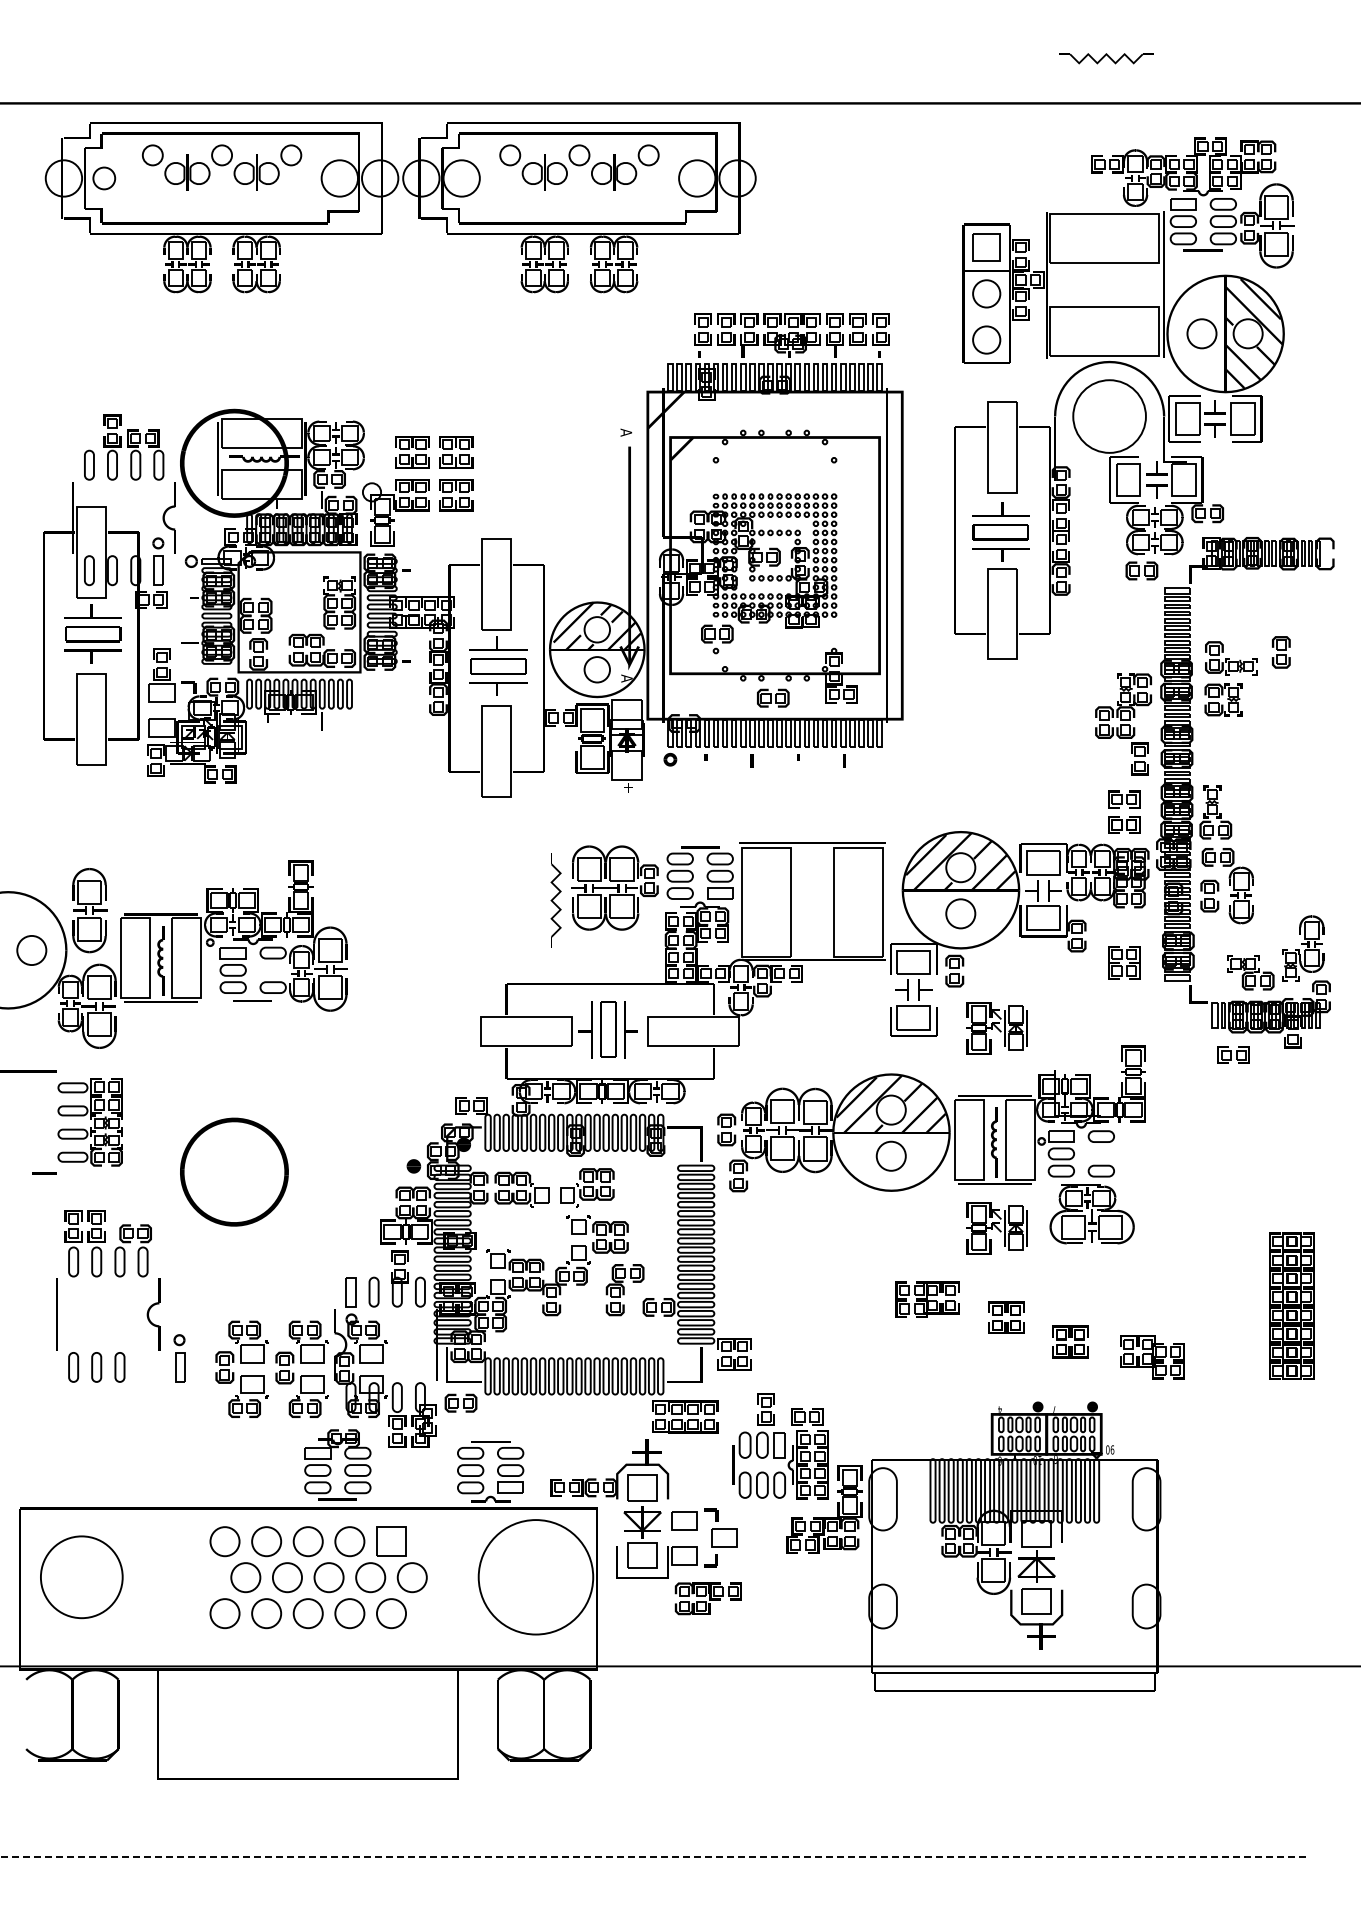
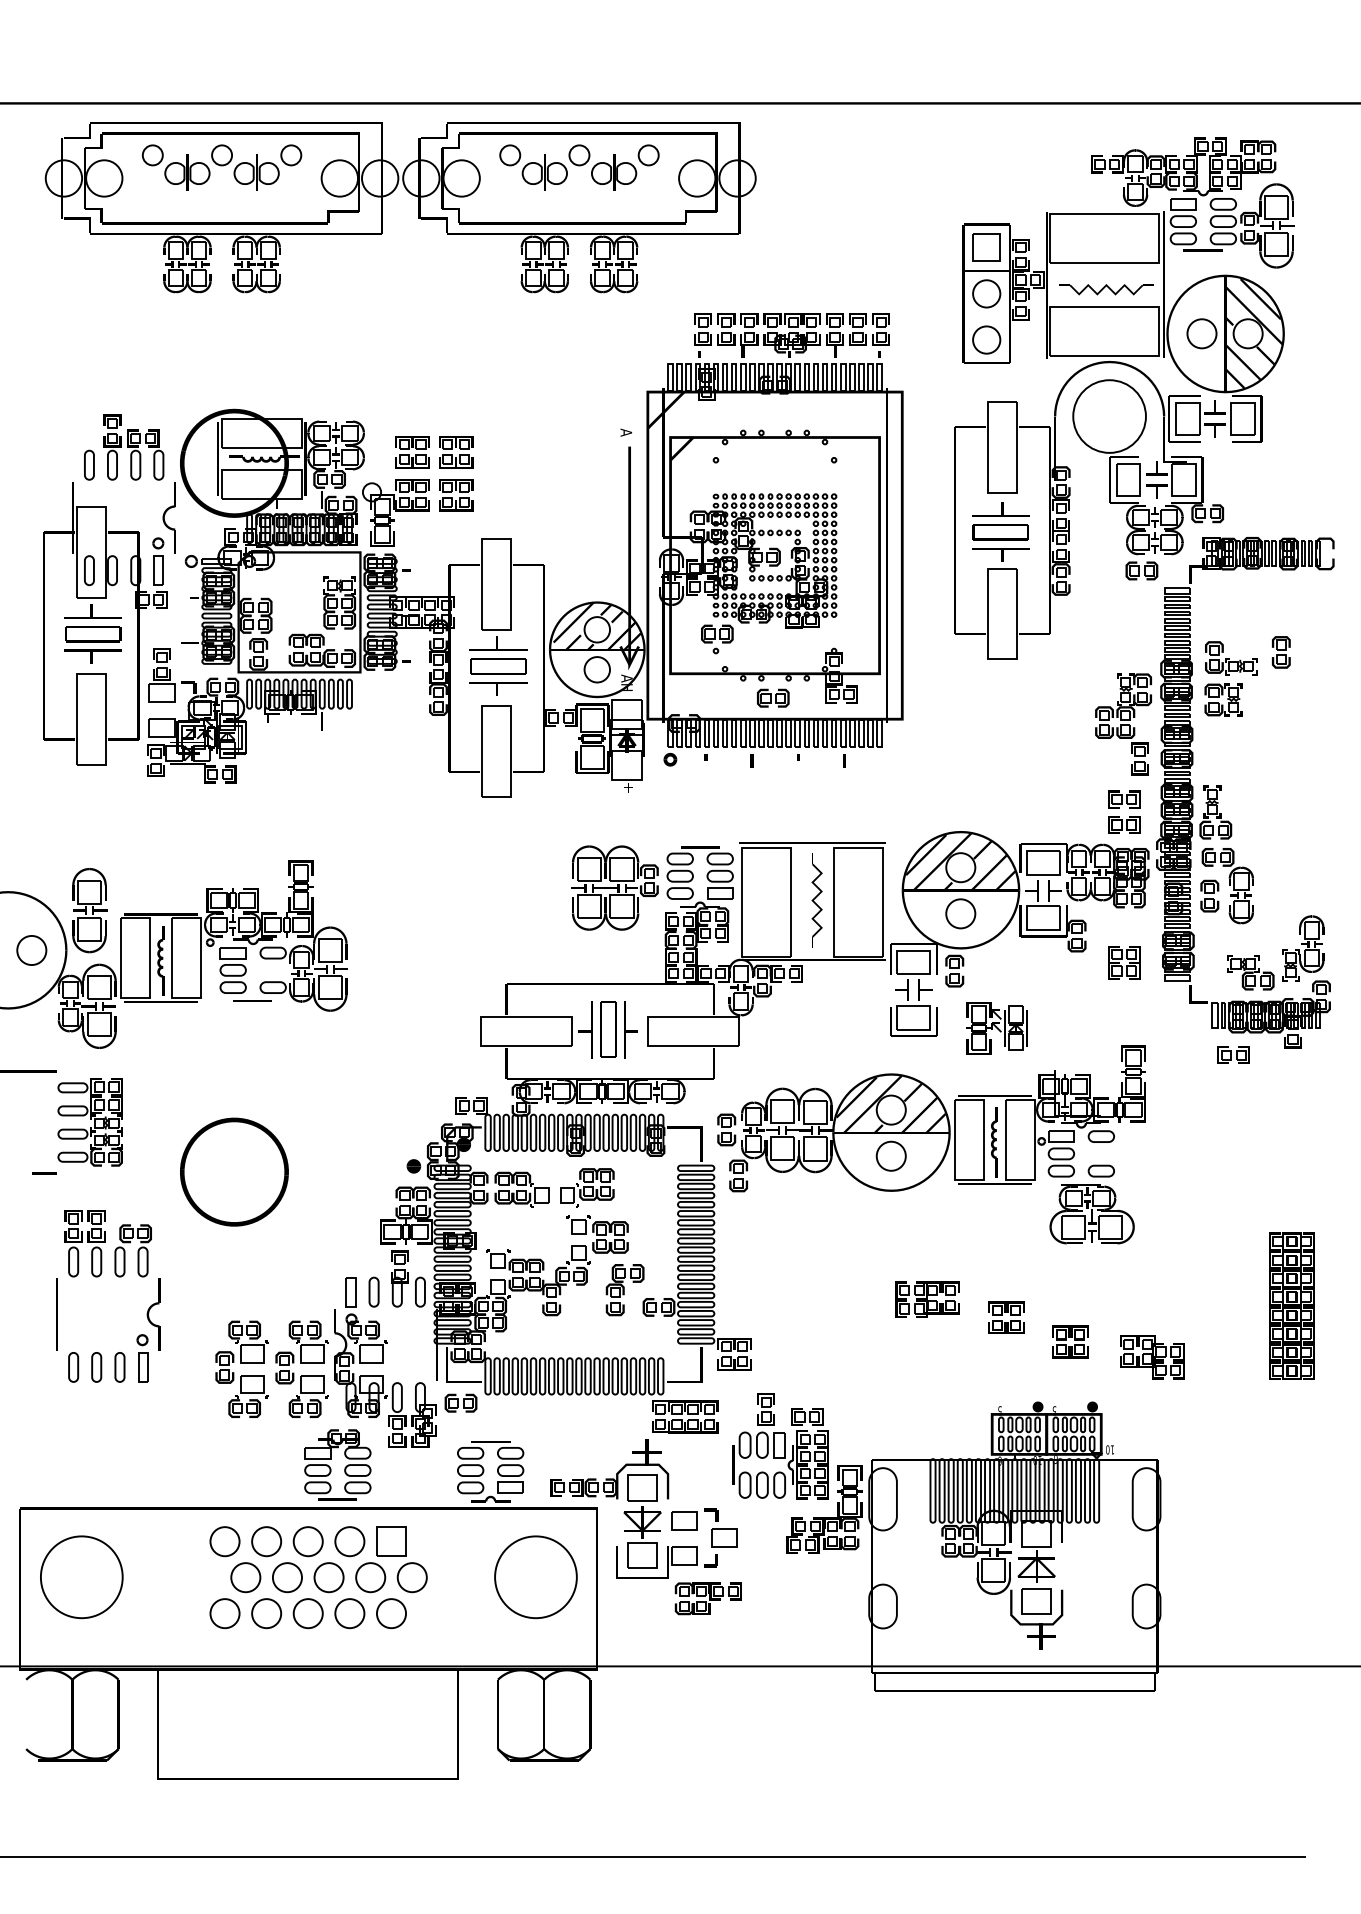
part at (1106, 58) position: (1106, 58) -> (1106, 289)
circle at (104, 178) diameter: 22 px -> 36 px
text at (626, 687): A -> AH
part at (555, 900) position: (555, 900) -> (816, 900)
part at (996, 1228): present -> none
part at (179, 1358) position: (179, 1358) -> (142, 1358)
text at (999, 1409): 4 -> 5
text at (1054, 1409): 7 -> 5
text at (1112, 1449): 90 -> 10
circle at (535, 1577) diameter: 114 px -> 82 px
line at (653, 1856): dashed -> solid
